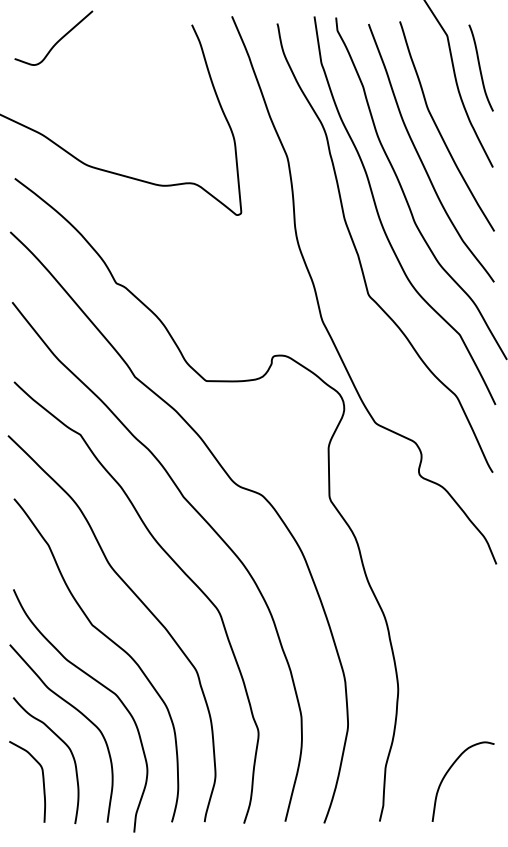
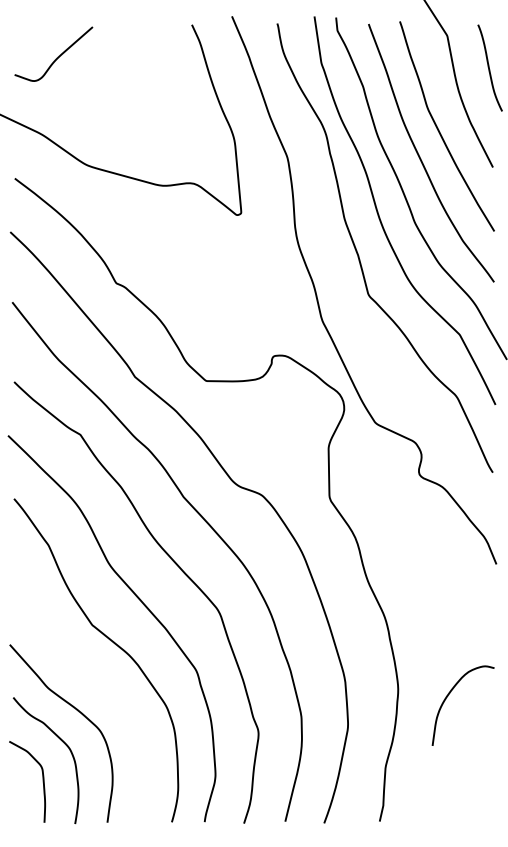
curve at (57, 40) position: (57, 40) -> (57, 56)
curve at (480, 67) position: (480, 67) -> (489, 67)
curve at (99, 684): present -> none
curve at (448, 772) position: (448, 772) -> (448, 696)
